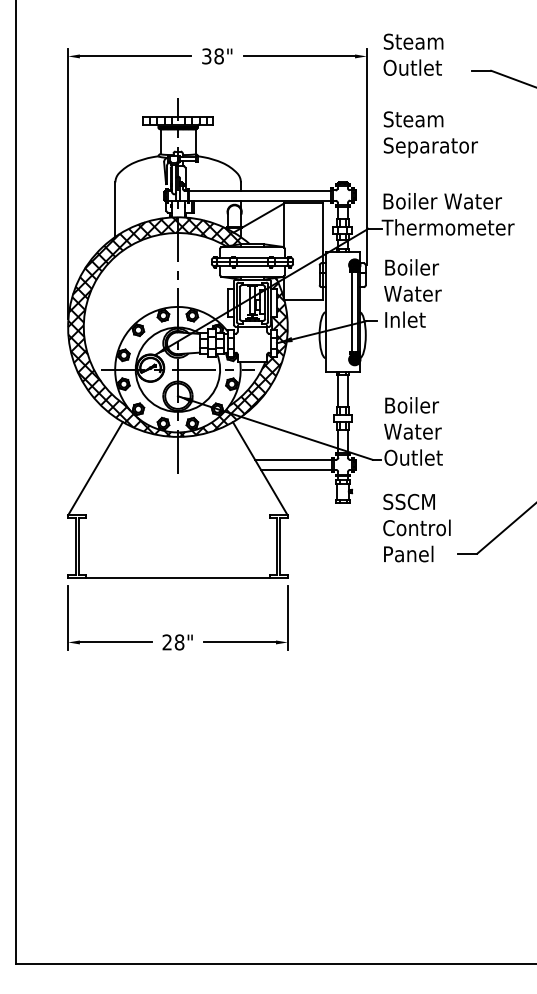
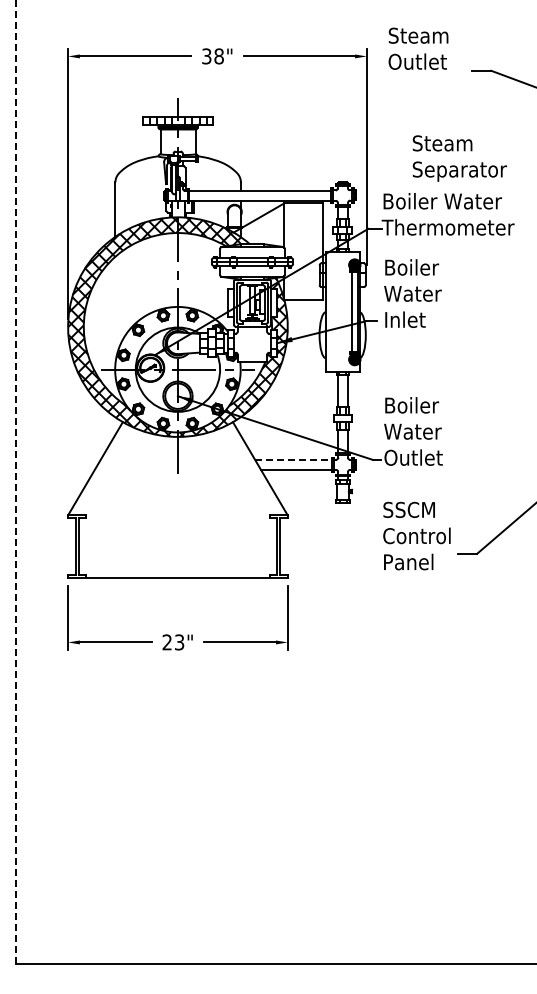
text at (413, 54) position: (413, 54) -> (418, 48)
text at (430, 134) position: (430, 134) -> (459, 158)
line at (294, 459): solid -> dashed
line at (16, 482): solid -> dashed
text at (416, 527) position: (416, 527) -> (416, 535)
text at (179, 642): 28" -> 23"
